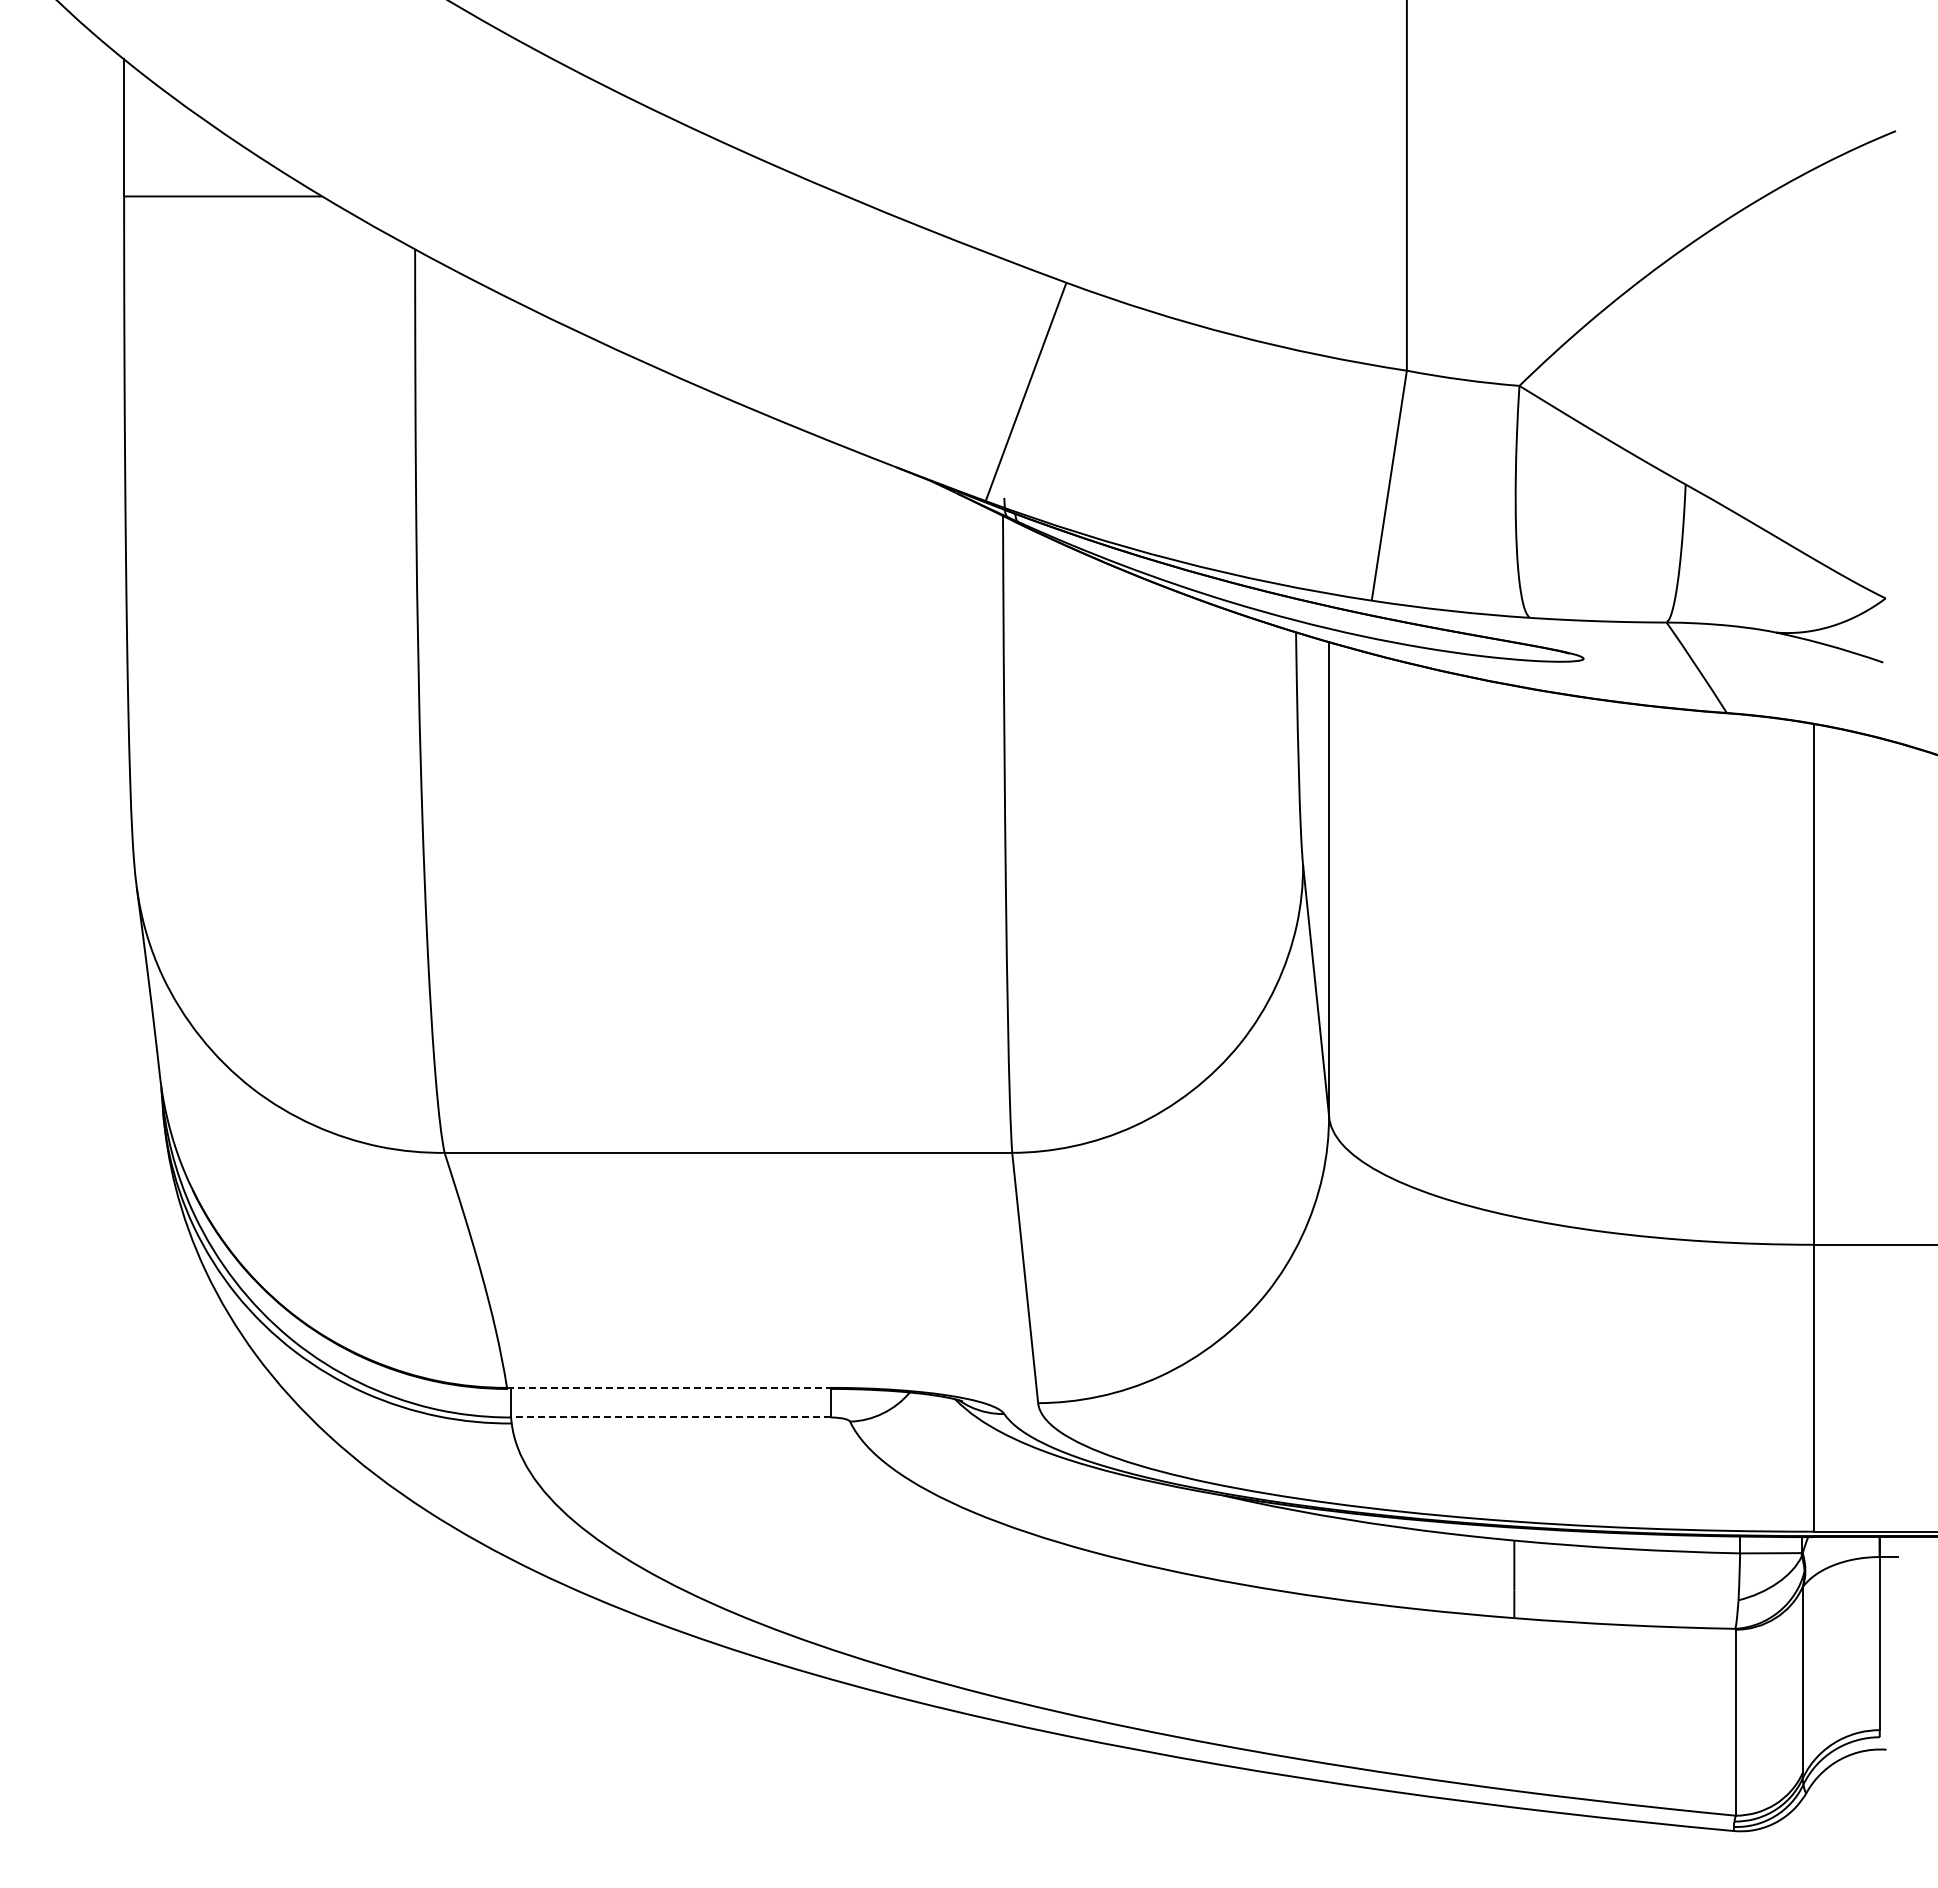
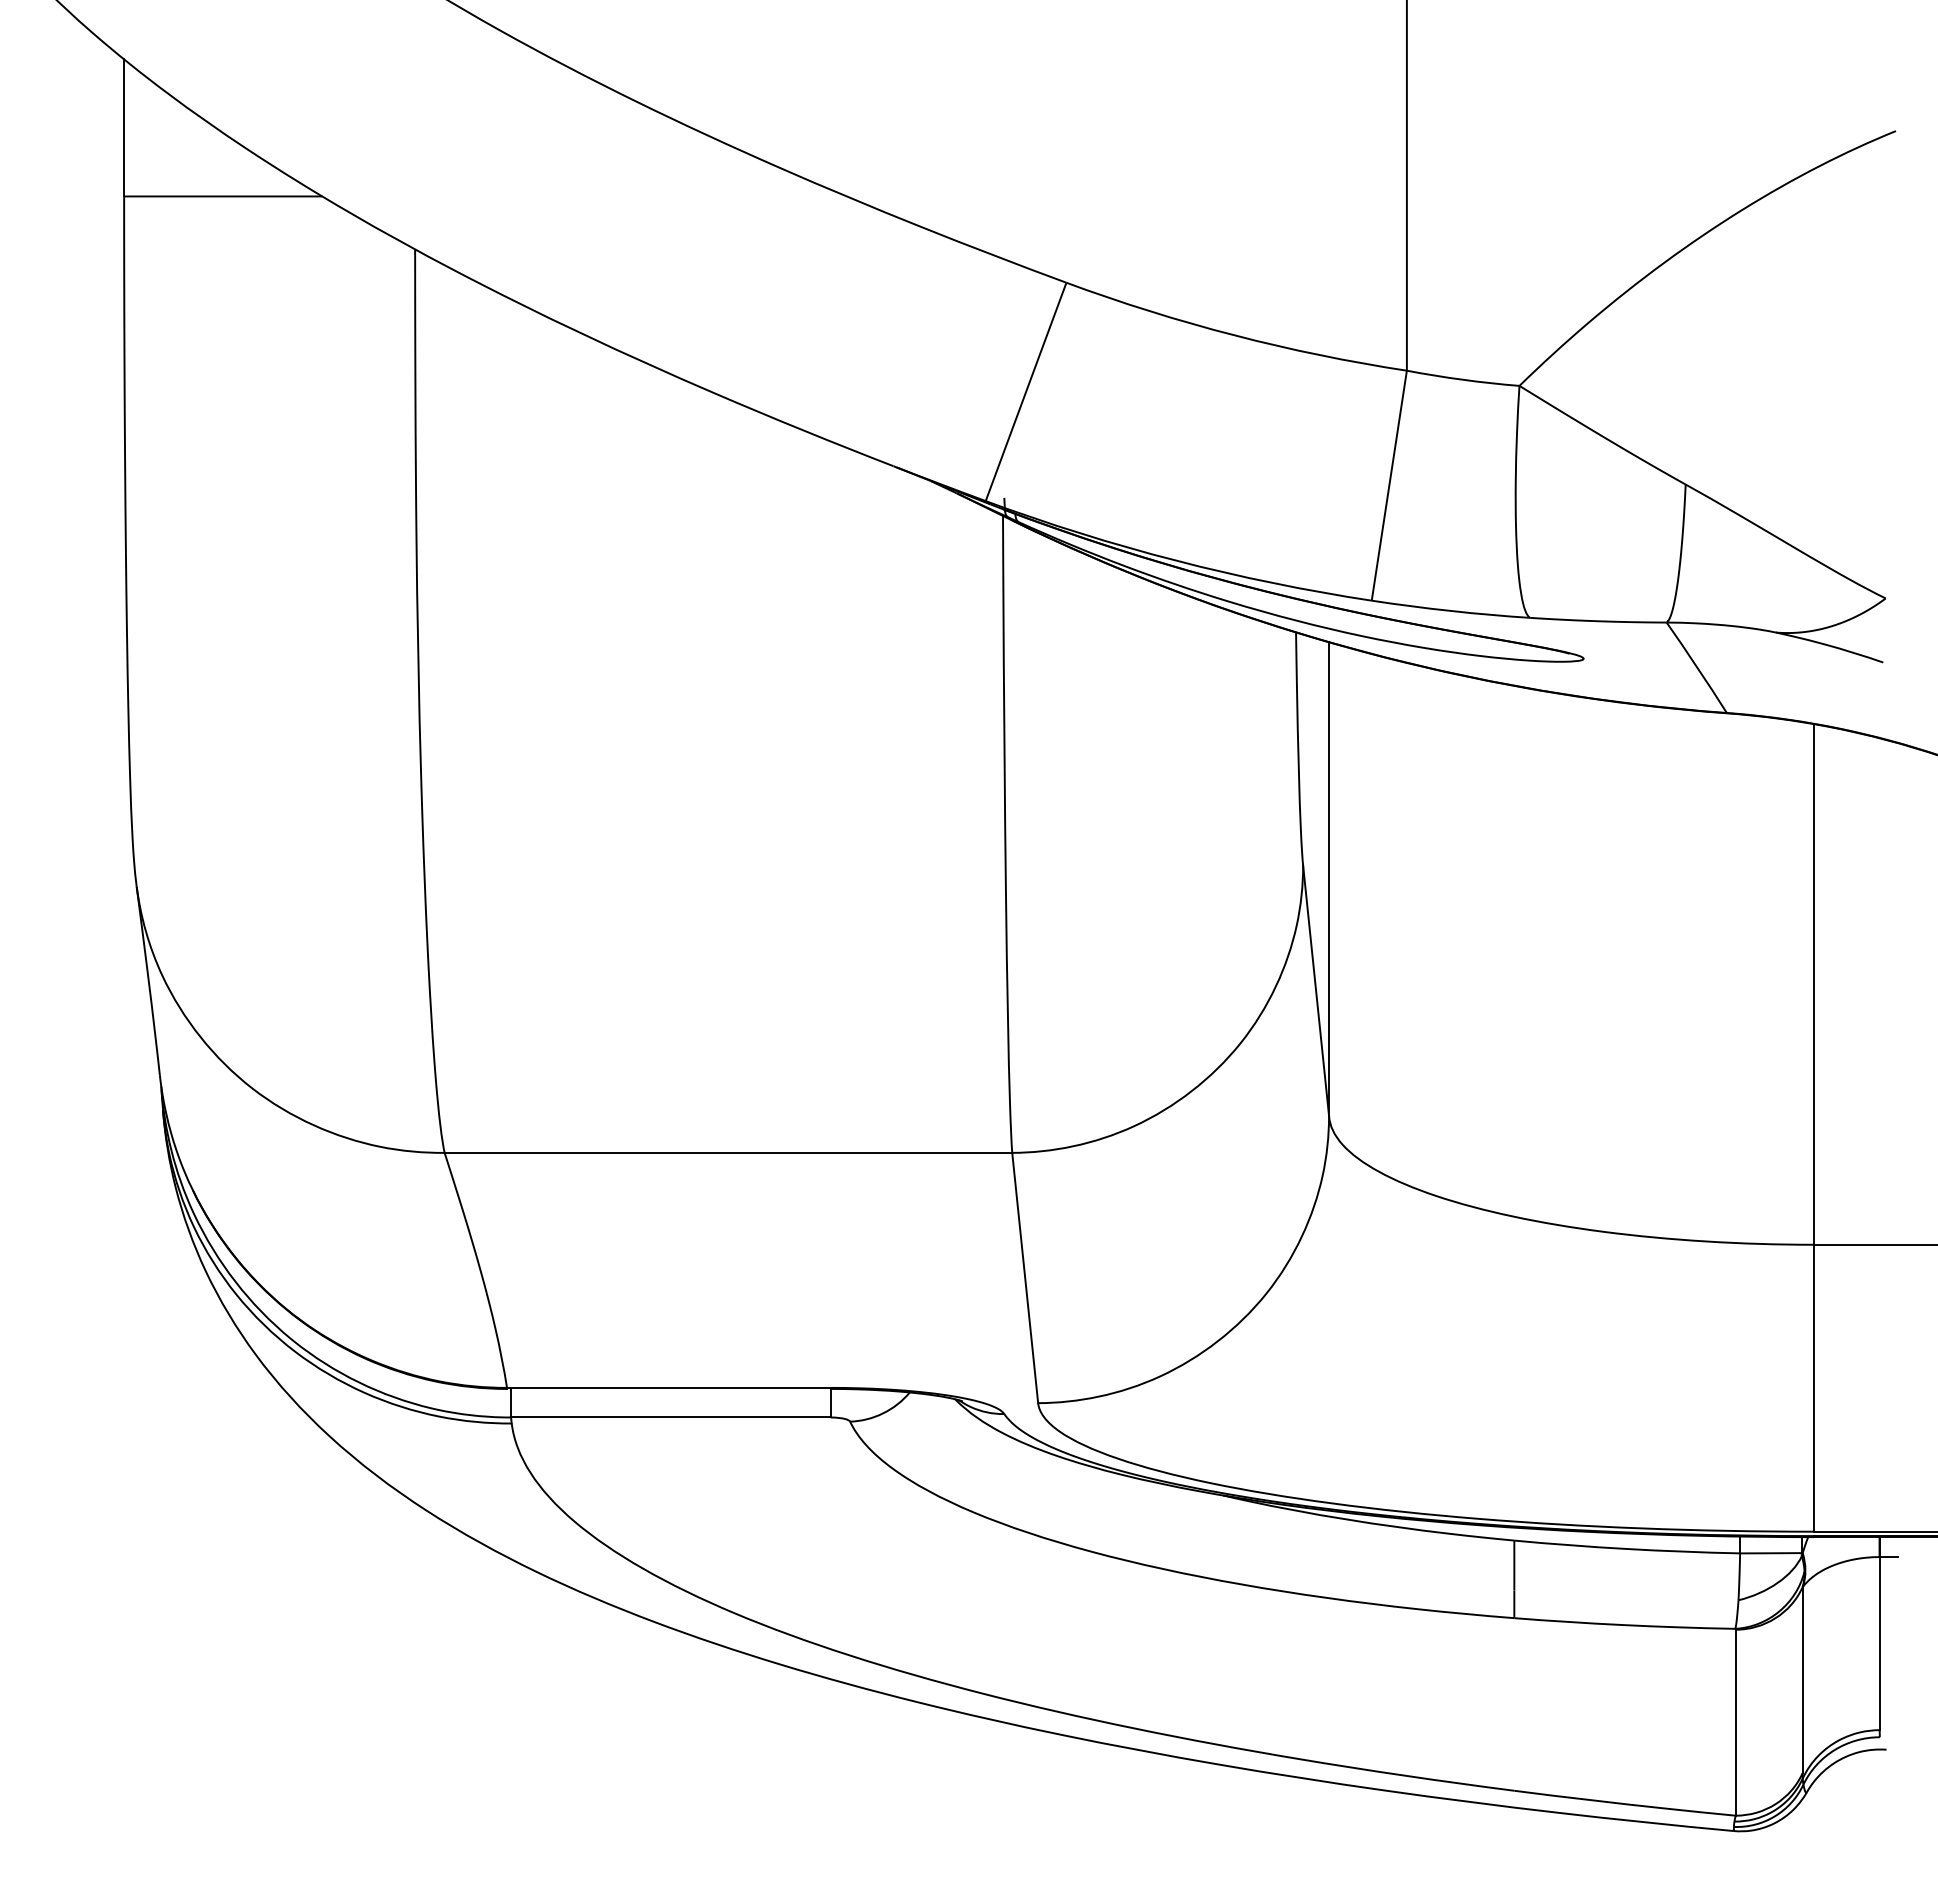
line at (668, 1387): dashed -> solid
line at (670, 1417): dashed -> solid
